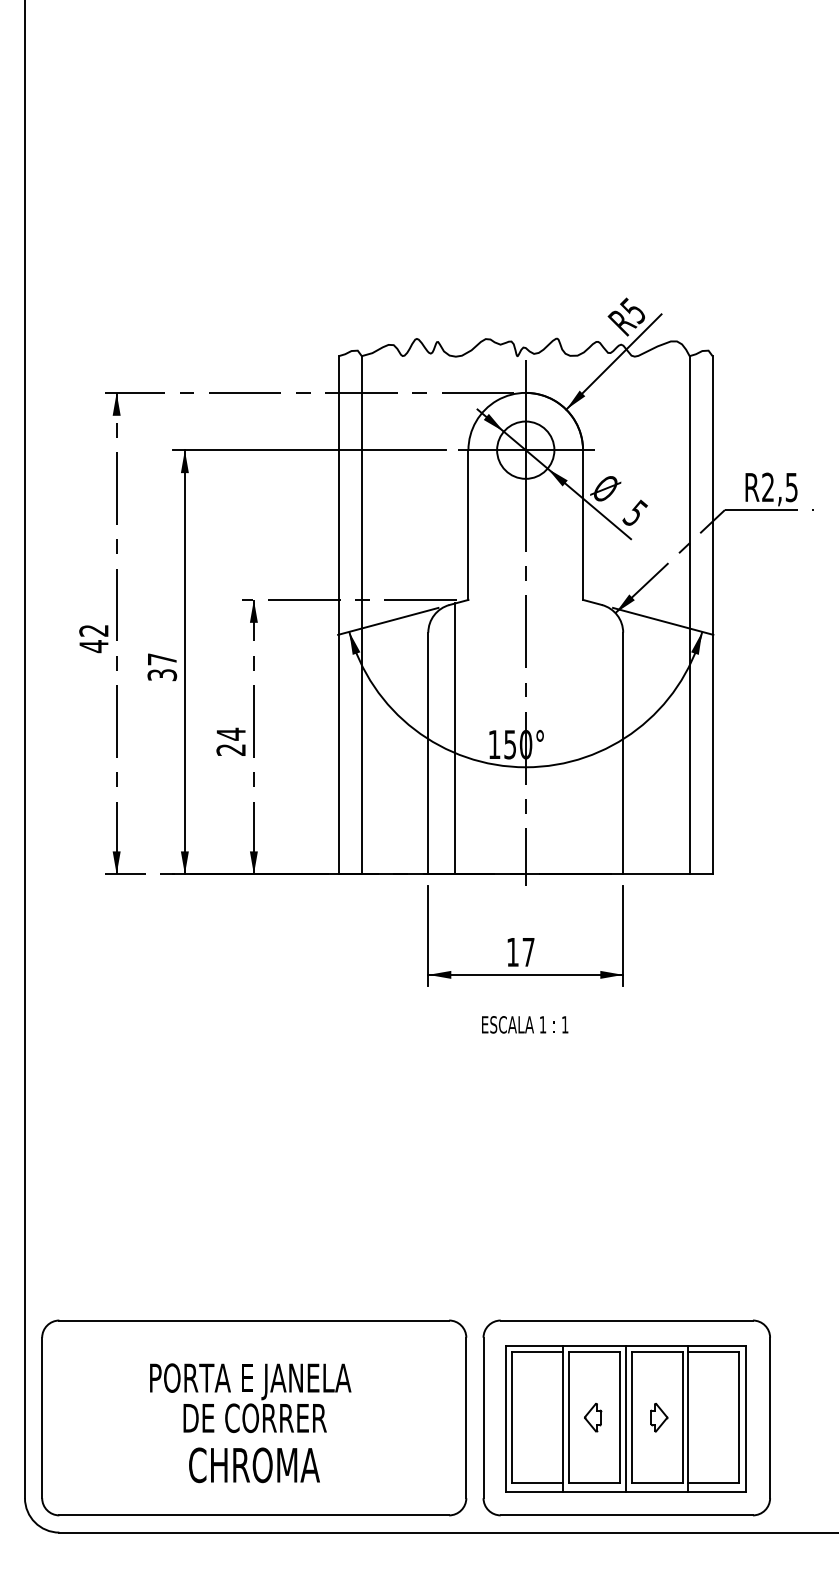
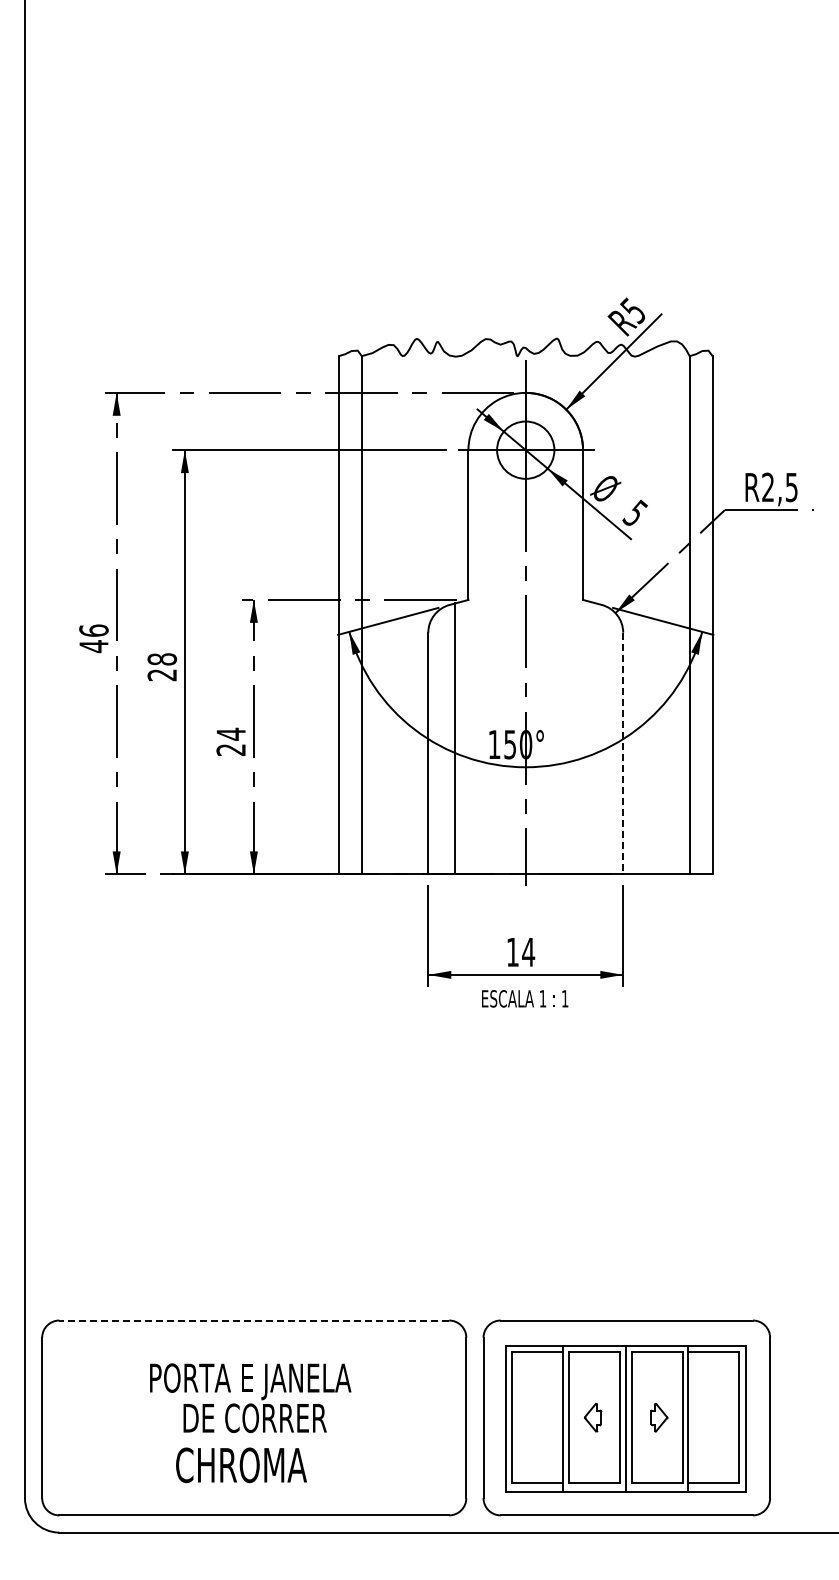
text at (93, 630): 42 -> 46
text at (162, 667): 37 -> 28
line at (623, 753): solid -> dashed
text at (528, 952): 17 -> 14
text at (525, 1024) position: (525, 1024) -> (525, 998)
line at (254, 1320): solid -> dashed
text at (254, 1465) position: (254, 1465) -> (241, 1465)
